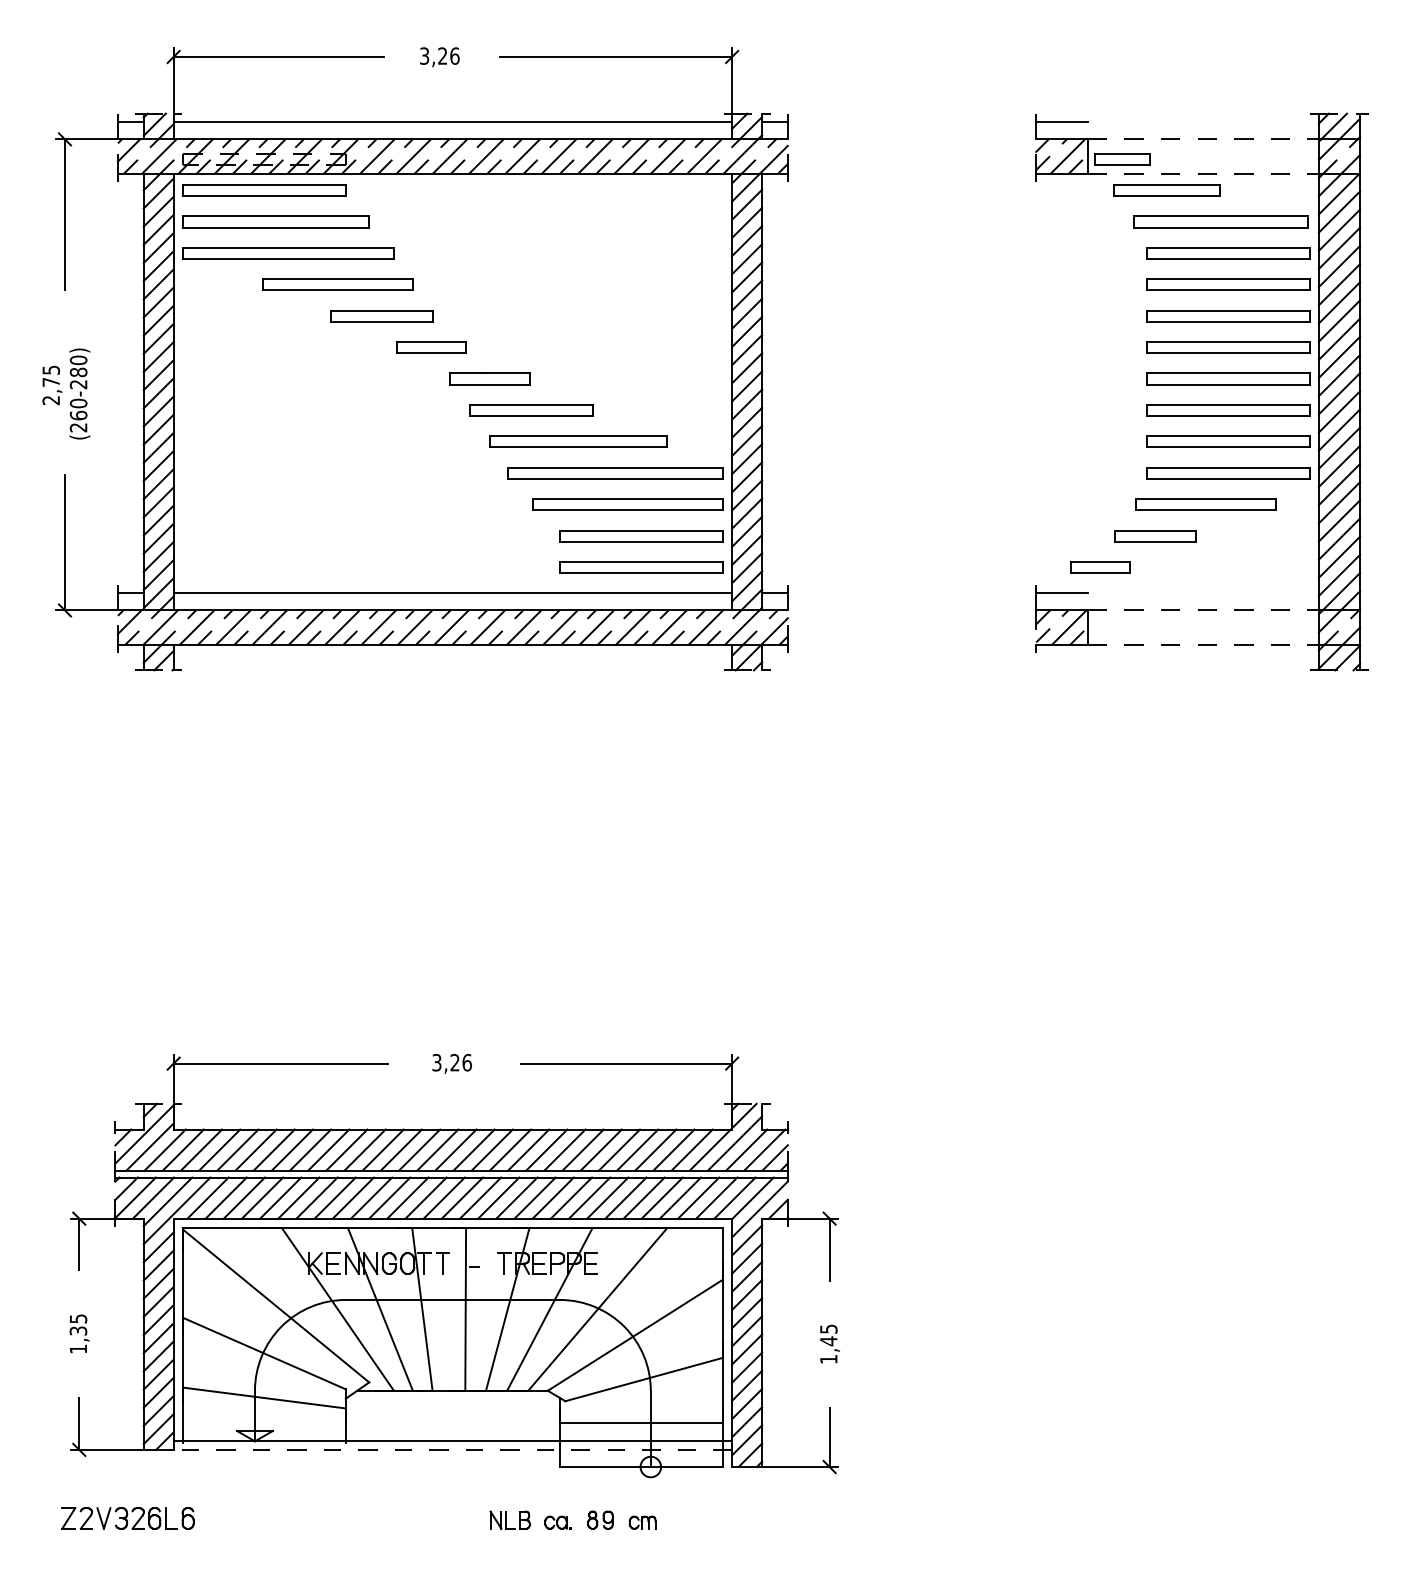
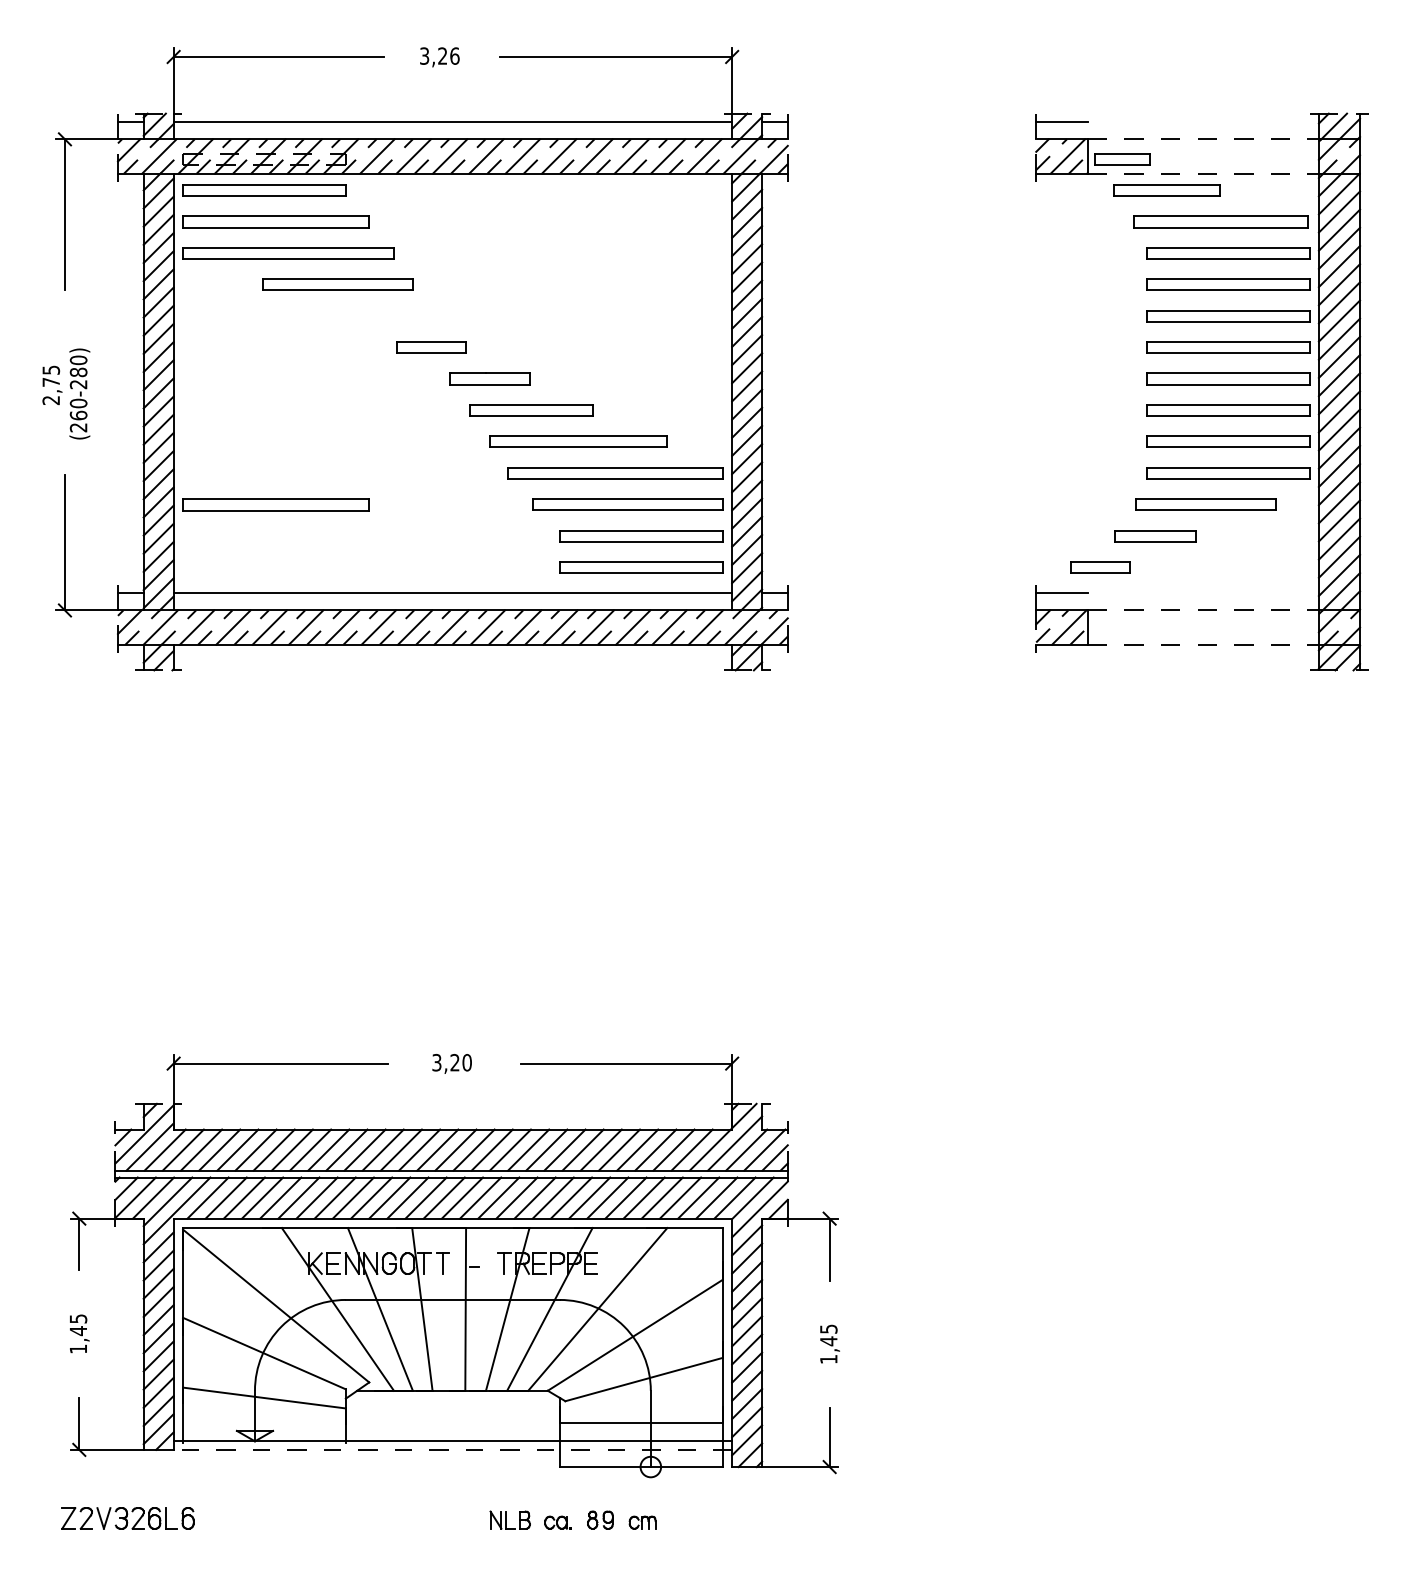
part at (381, 316): present -> none
part at (275, 504): none -> present
text at (466, 1062): 3,26 -> 3,20
text at (78, 1331): 1,35 -> 1,45
